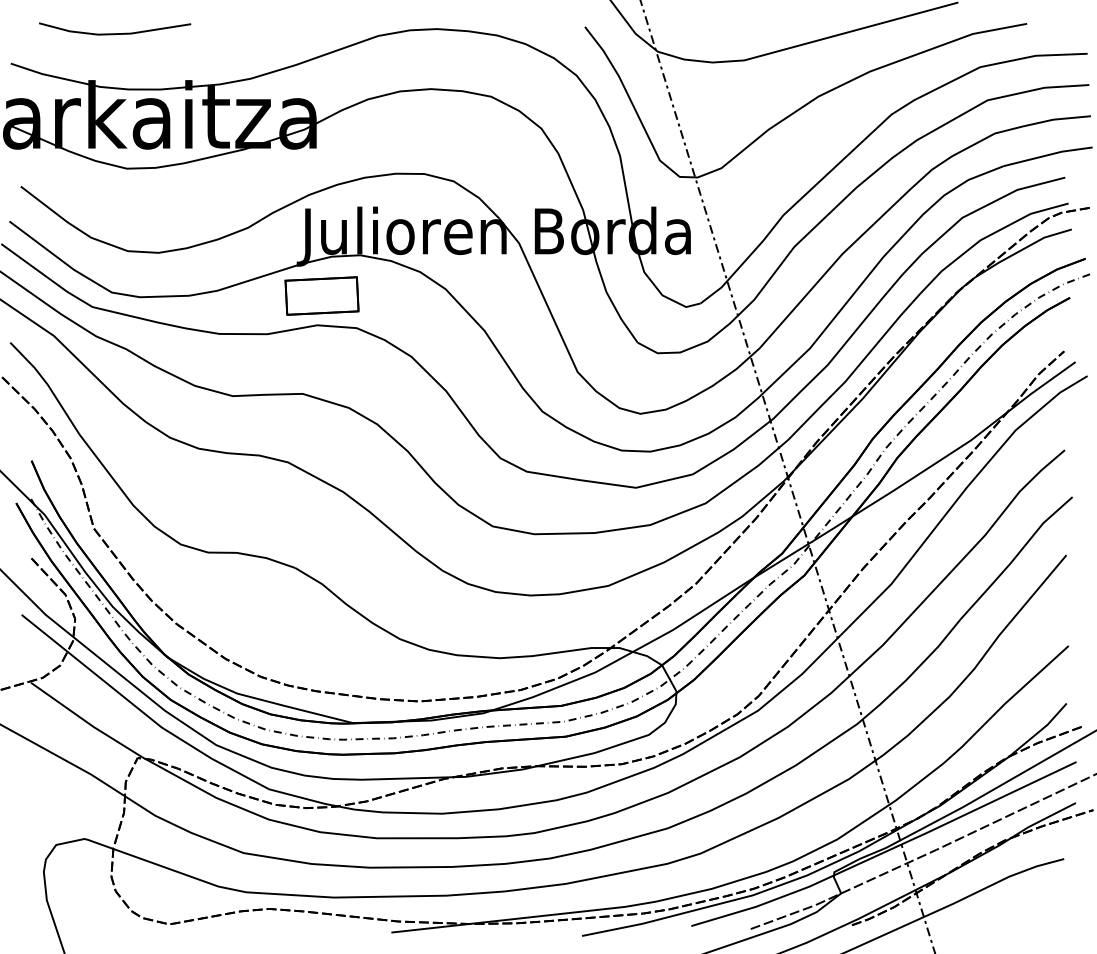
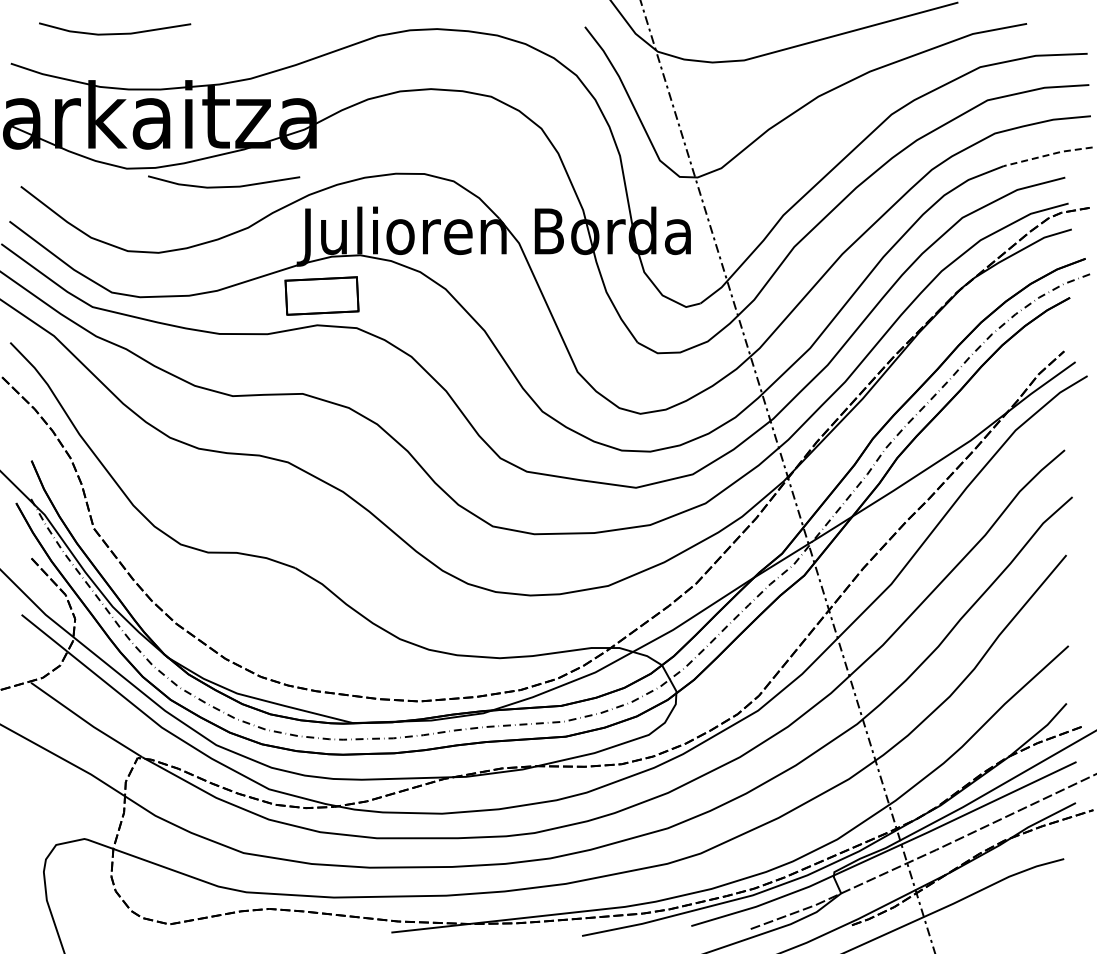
line at (1047, 155): solid -> dashed
line at (224, 186): none -> present
